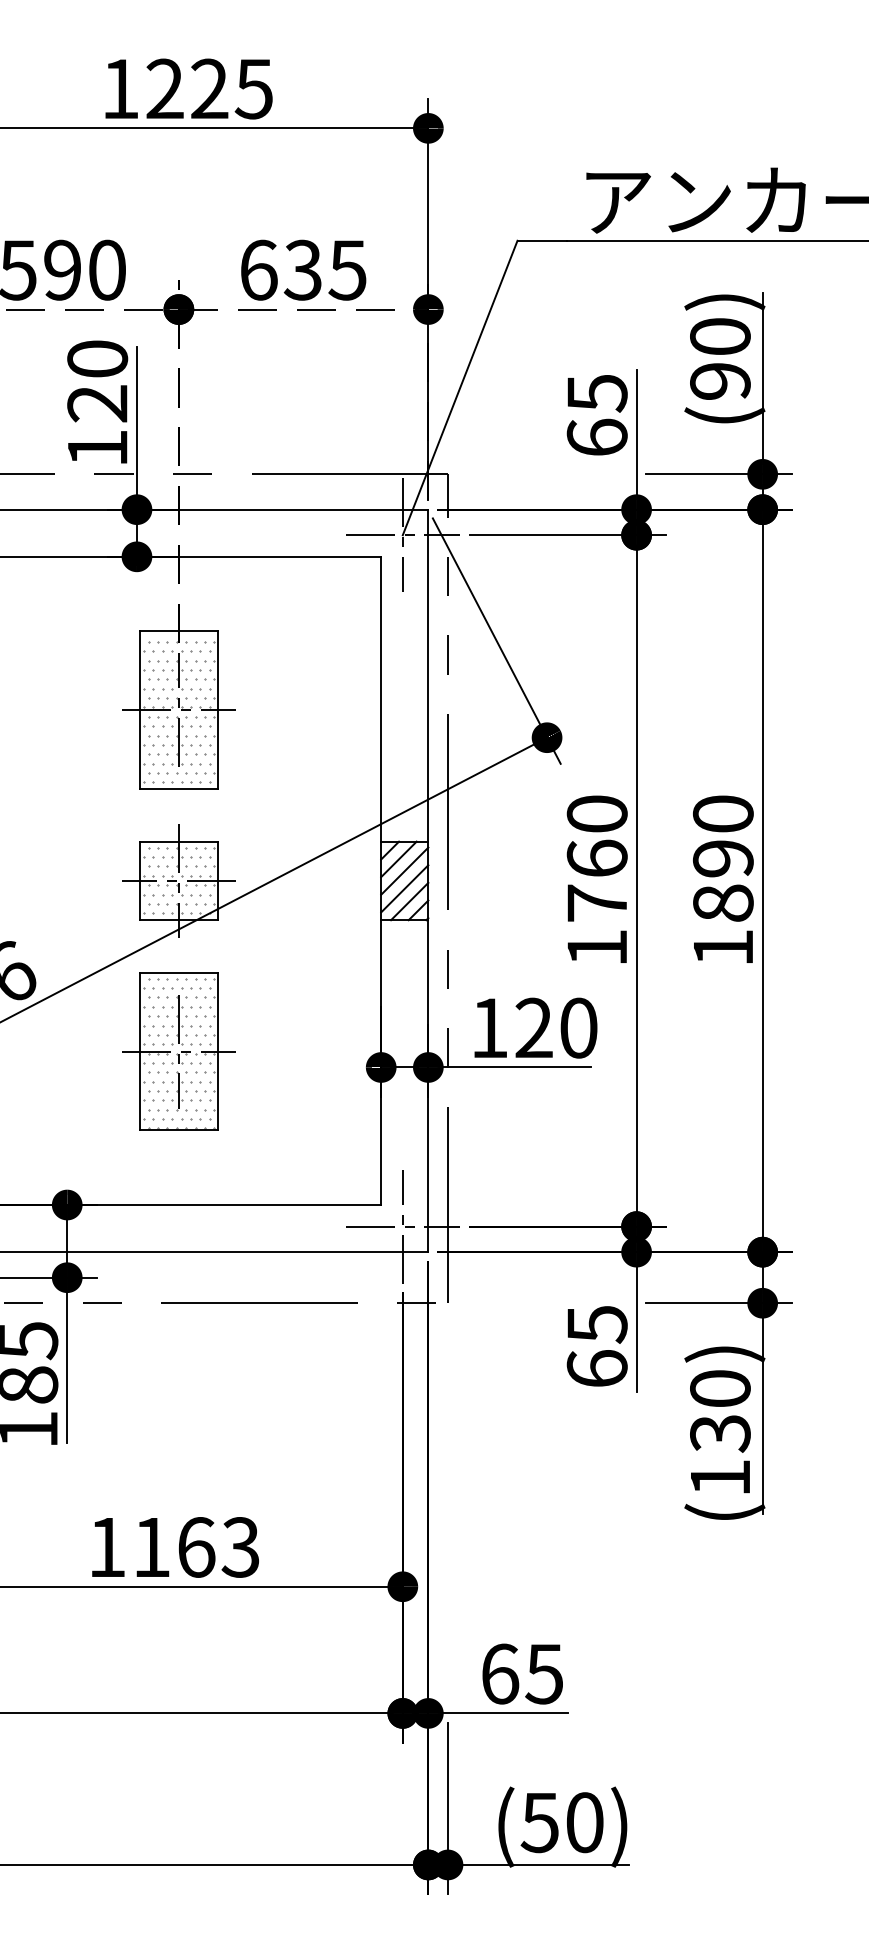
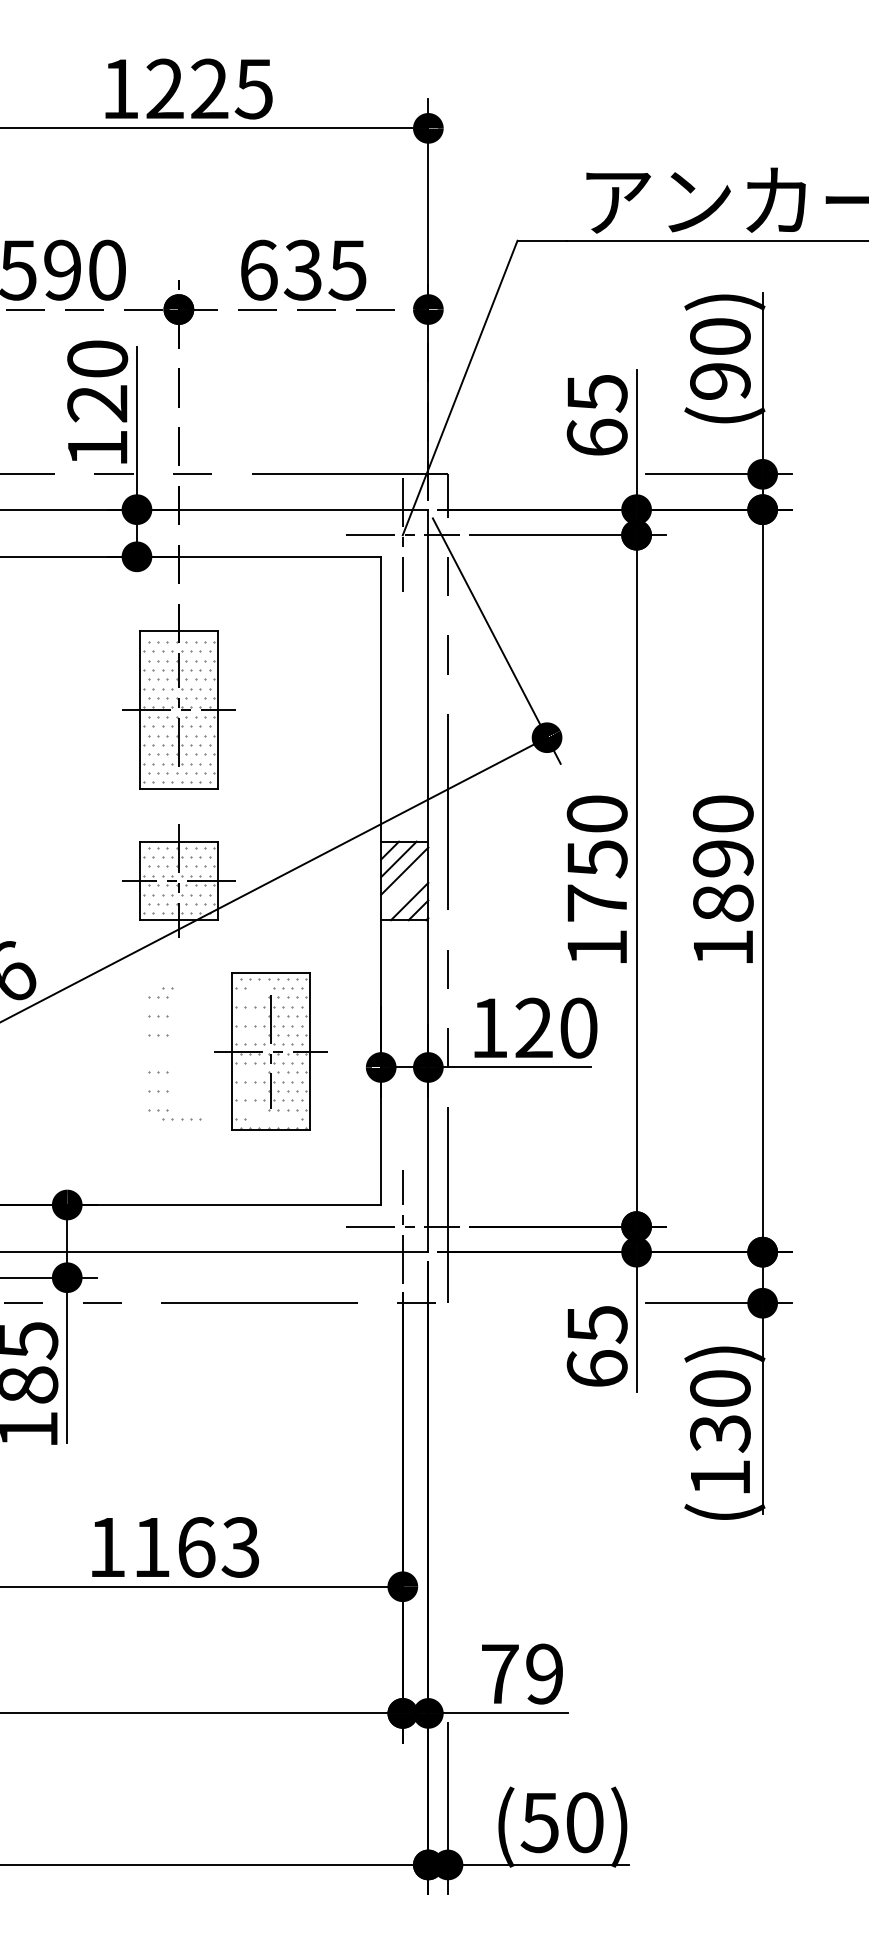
text at (596, 858): 1760 -> 1750
line at (404, 888): present -> none
part at (178, 1051) position: (178, 1051) -> (270, 1051)
text at (522, 1673): 65 -> 79
